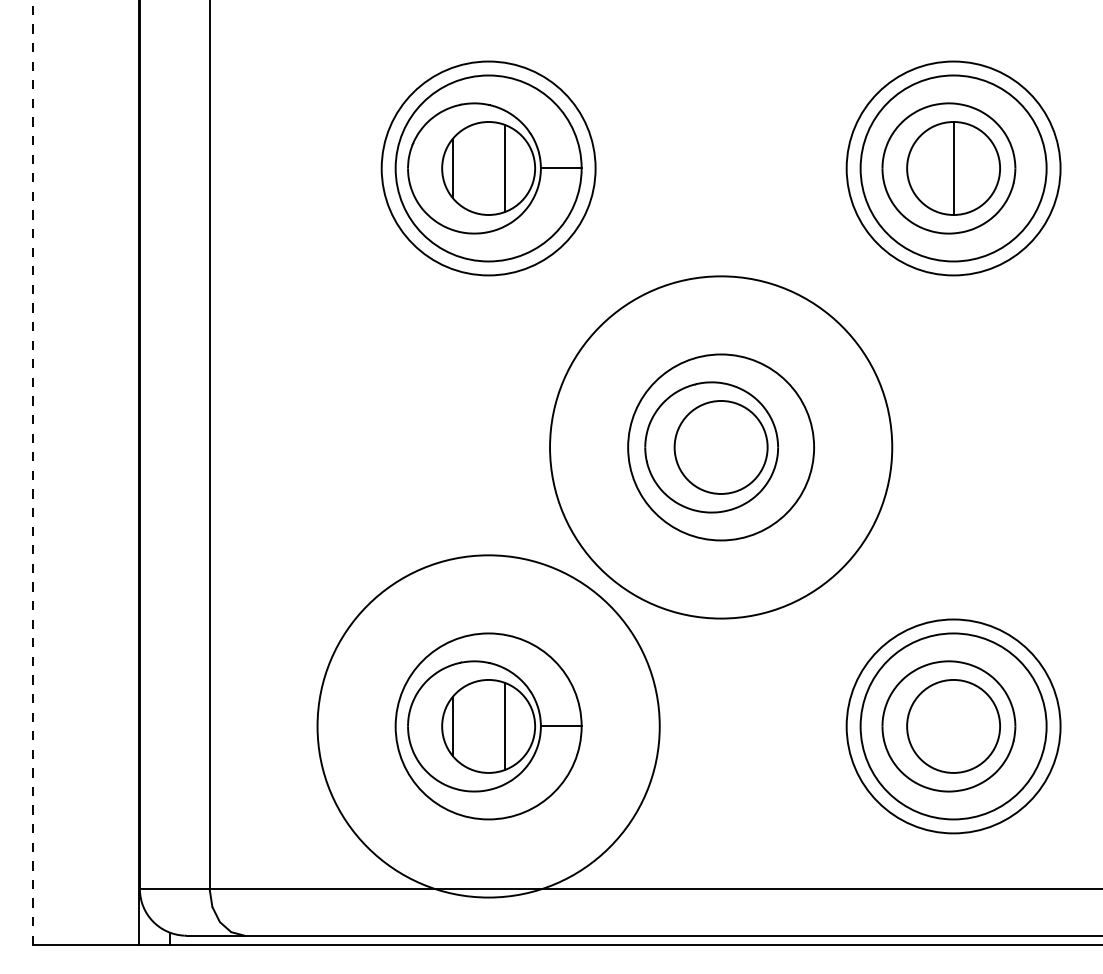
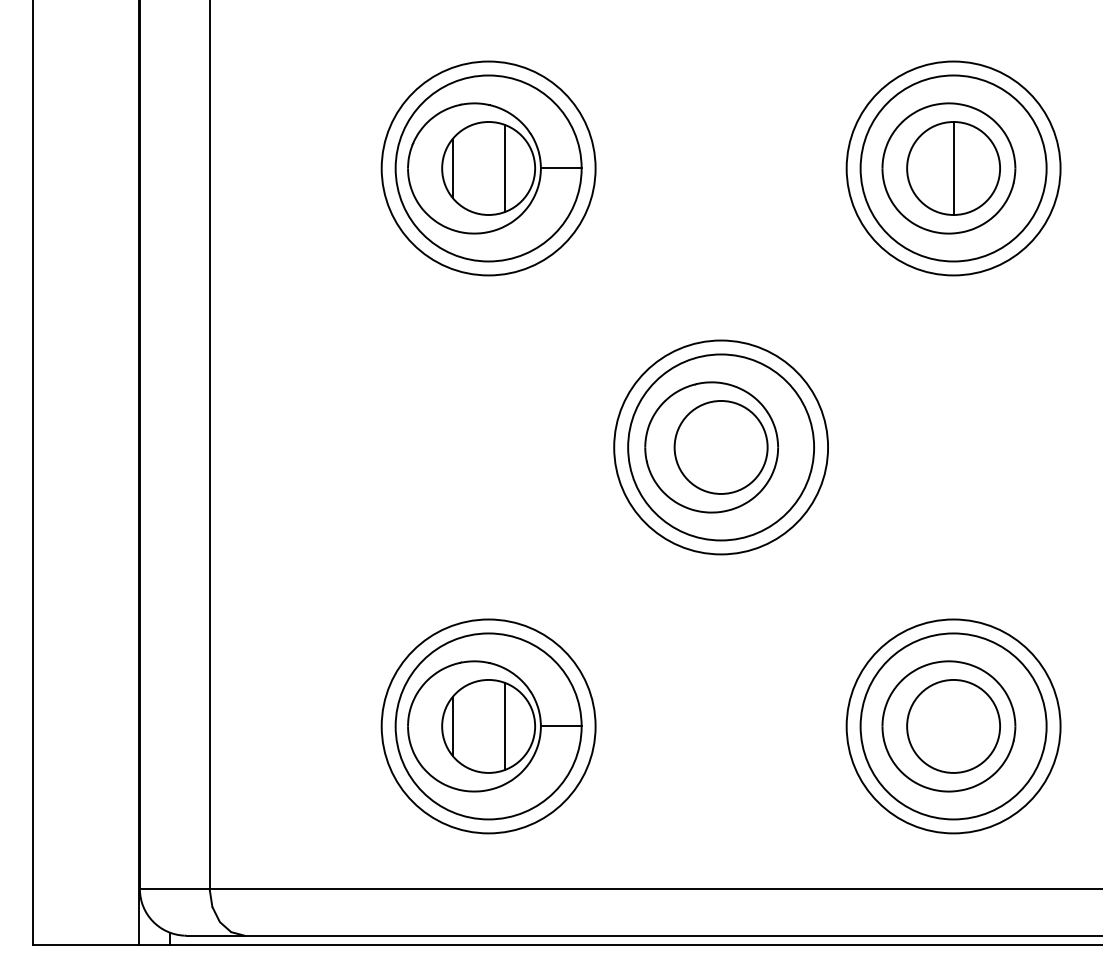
circle at (721, 447) diameter: 342 px -> 214 px
line at (33, 473): dashed -> solid
circle at (488, 726) diameter: 342 px -> 214 px
